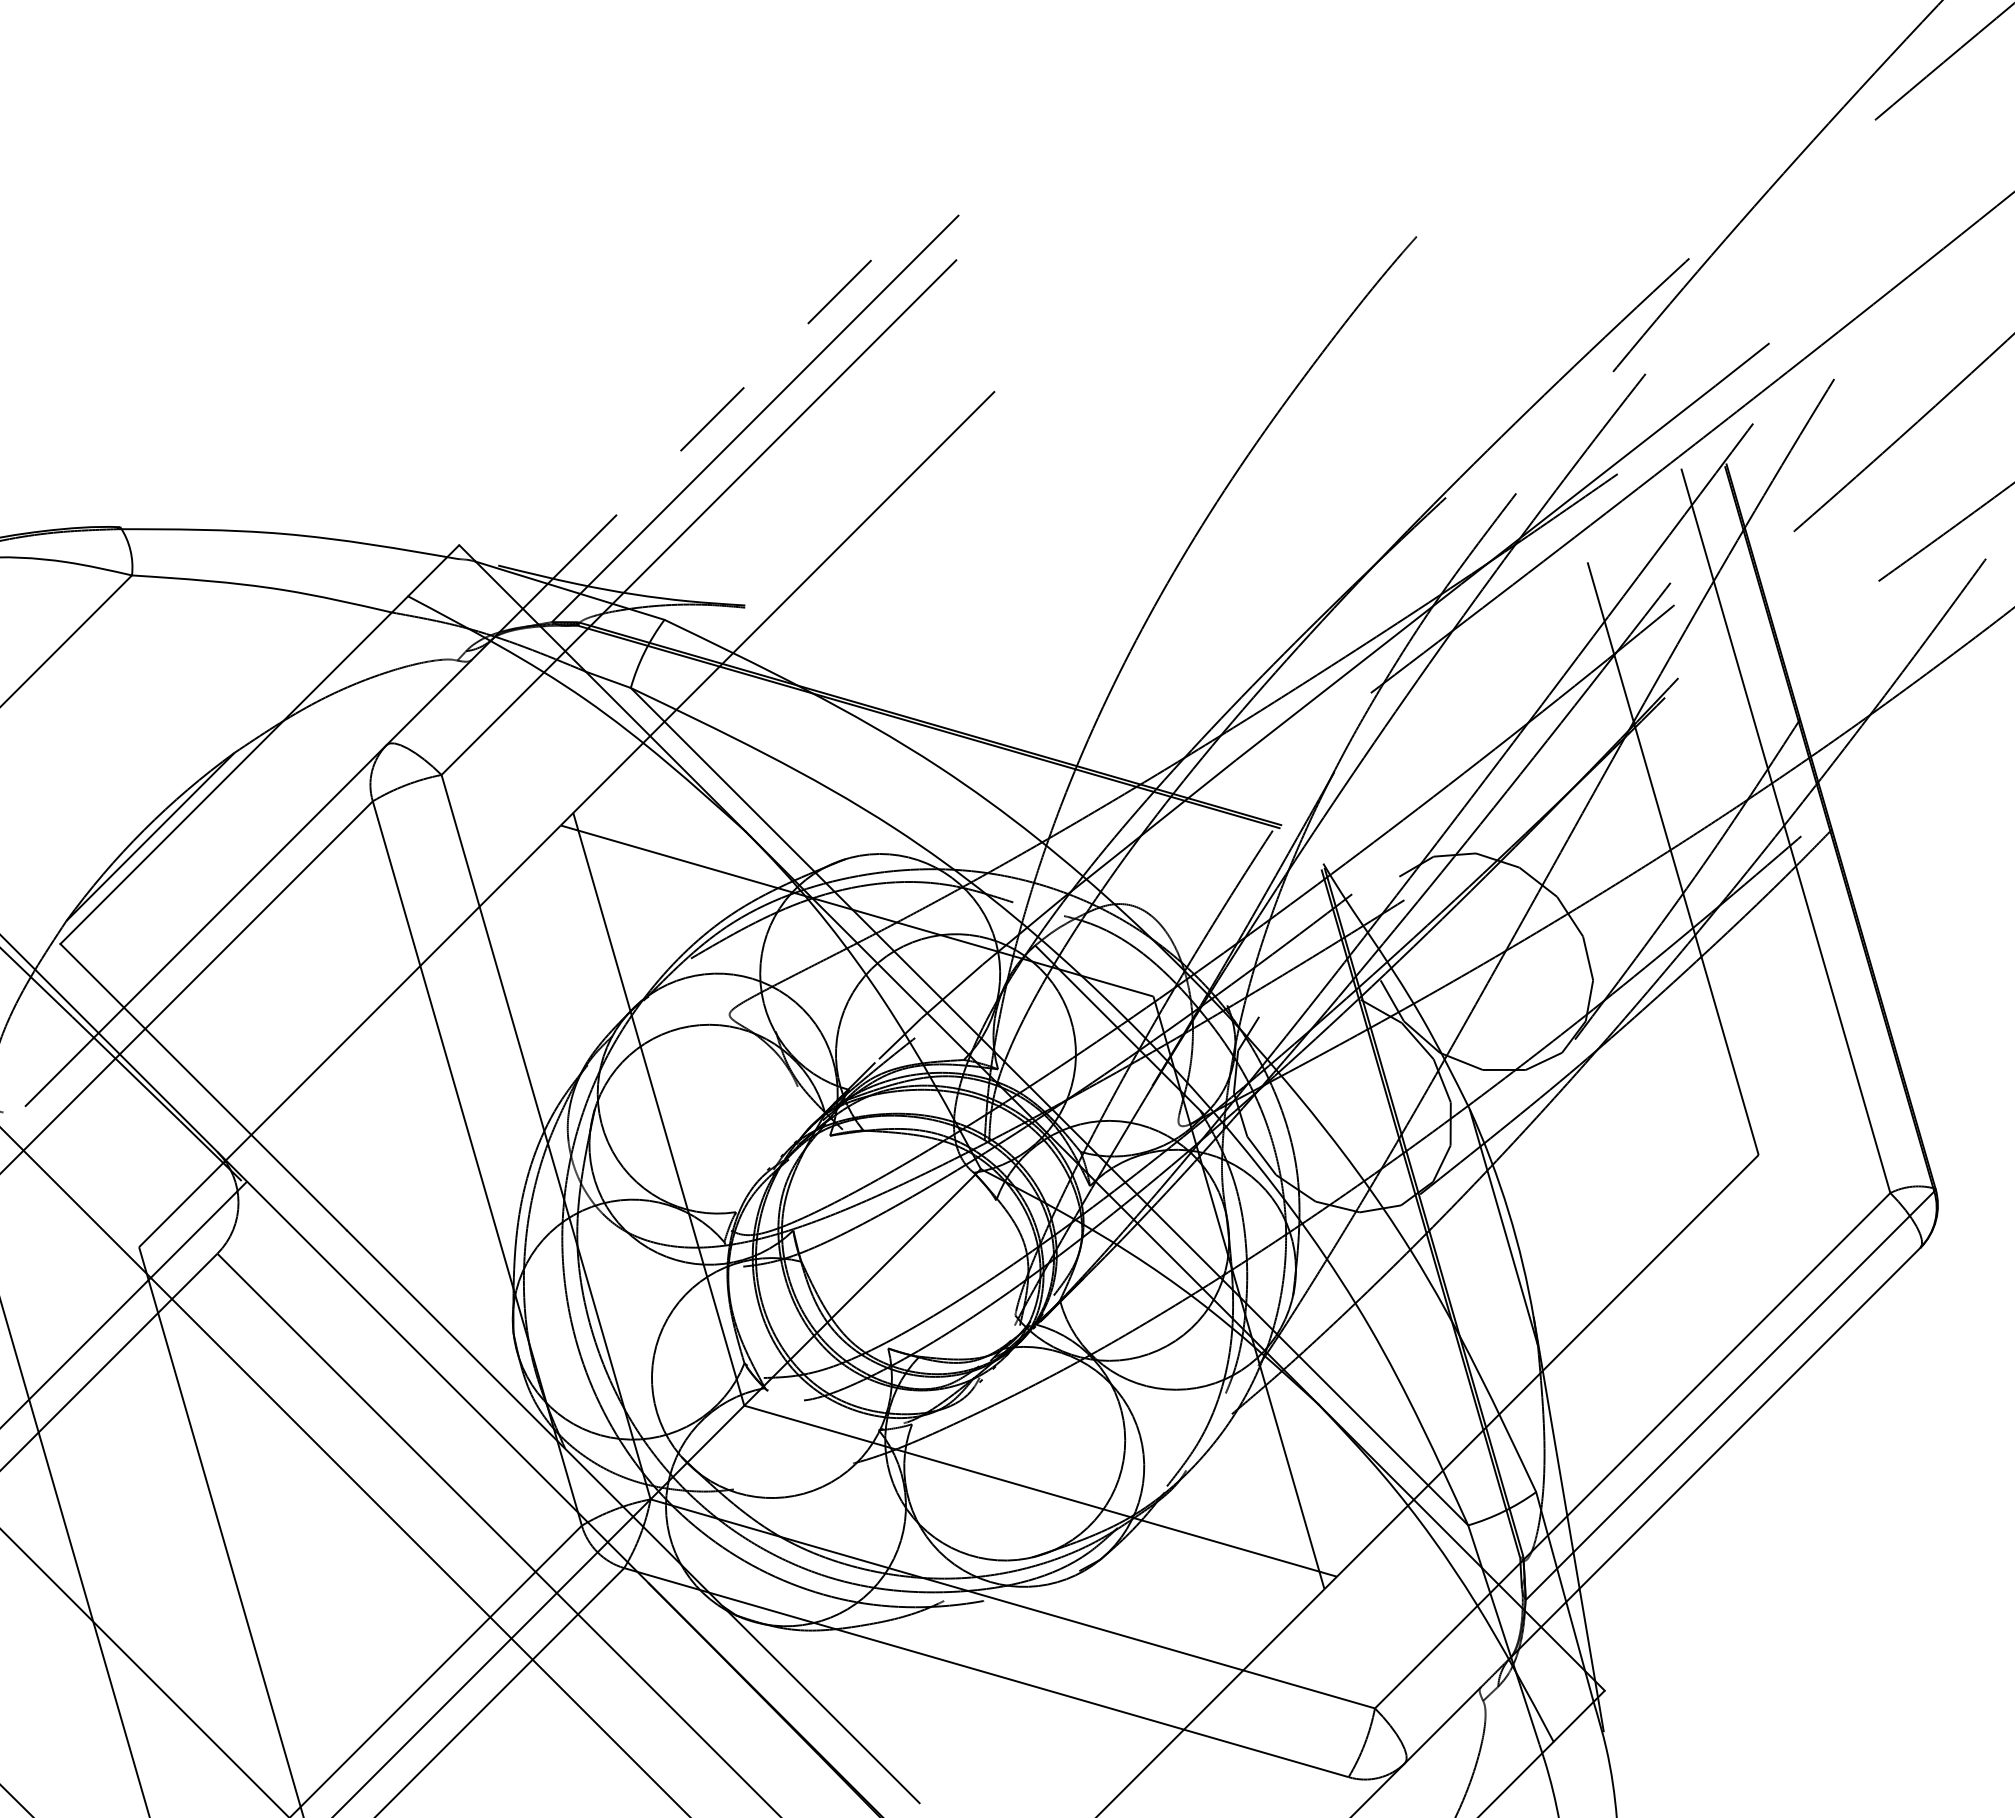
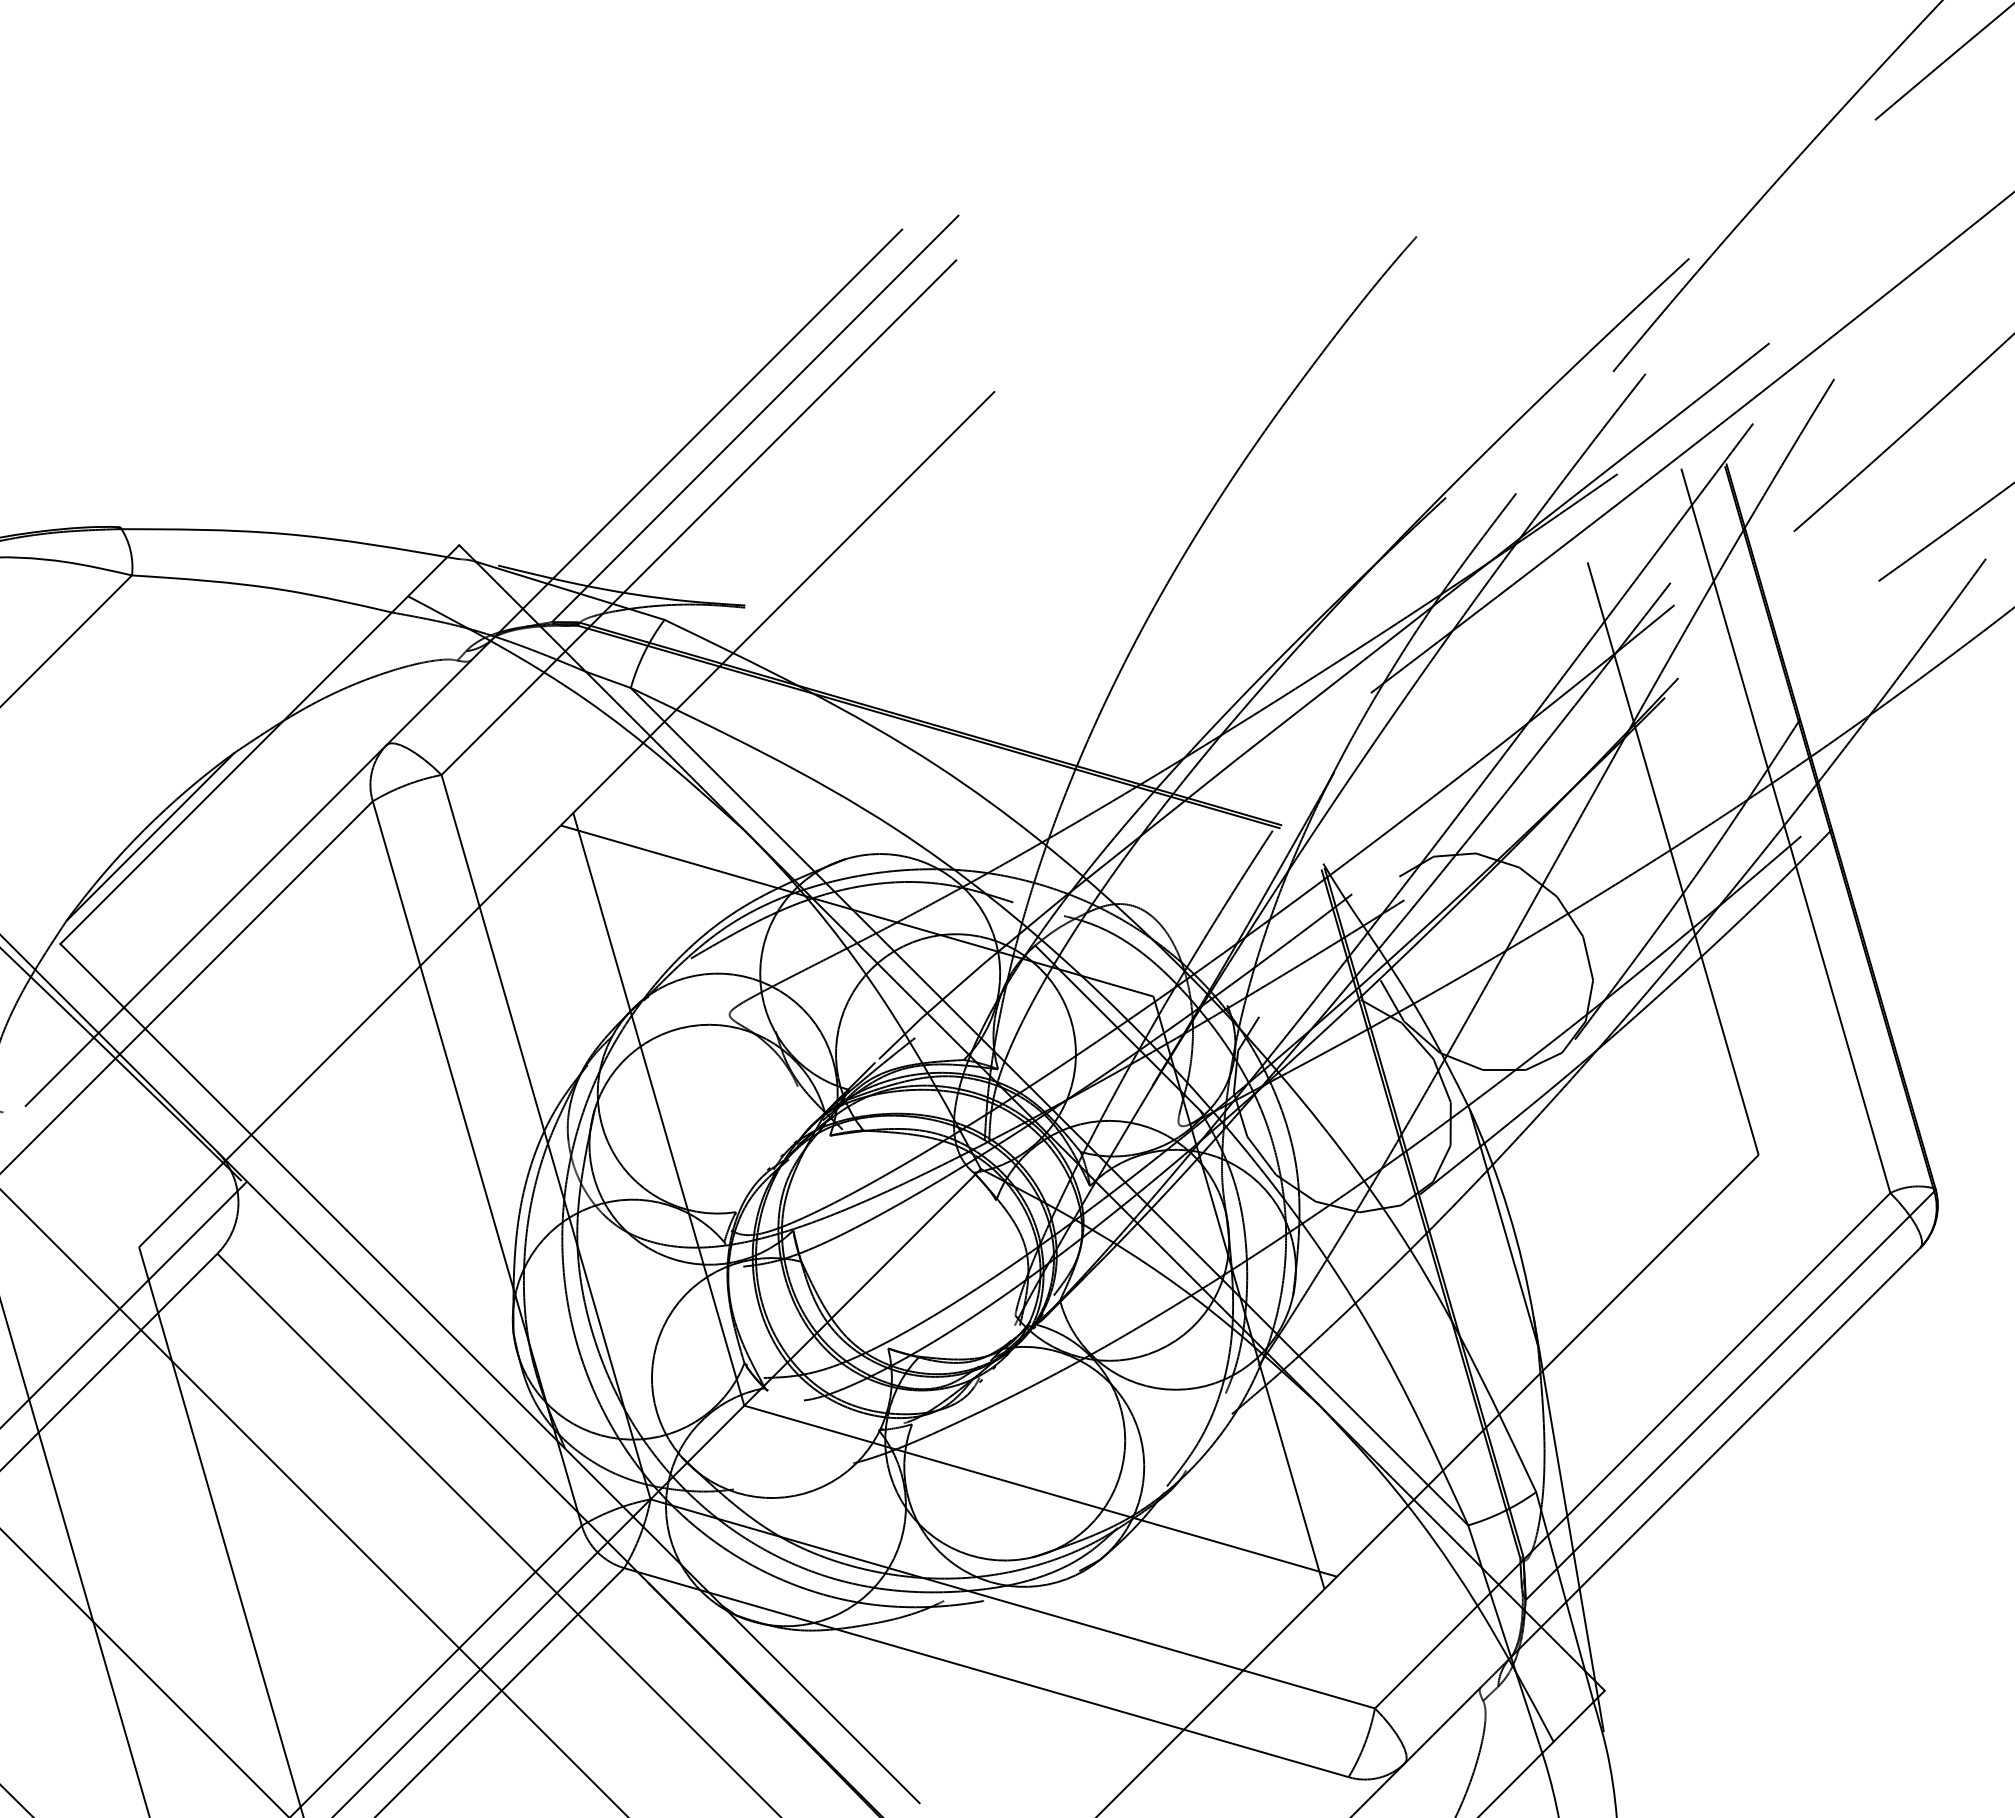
line at (727, 404): dashed -> solid
line at (344, 1471) position: (344, 1471) -> (313, 1502)
